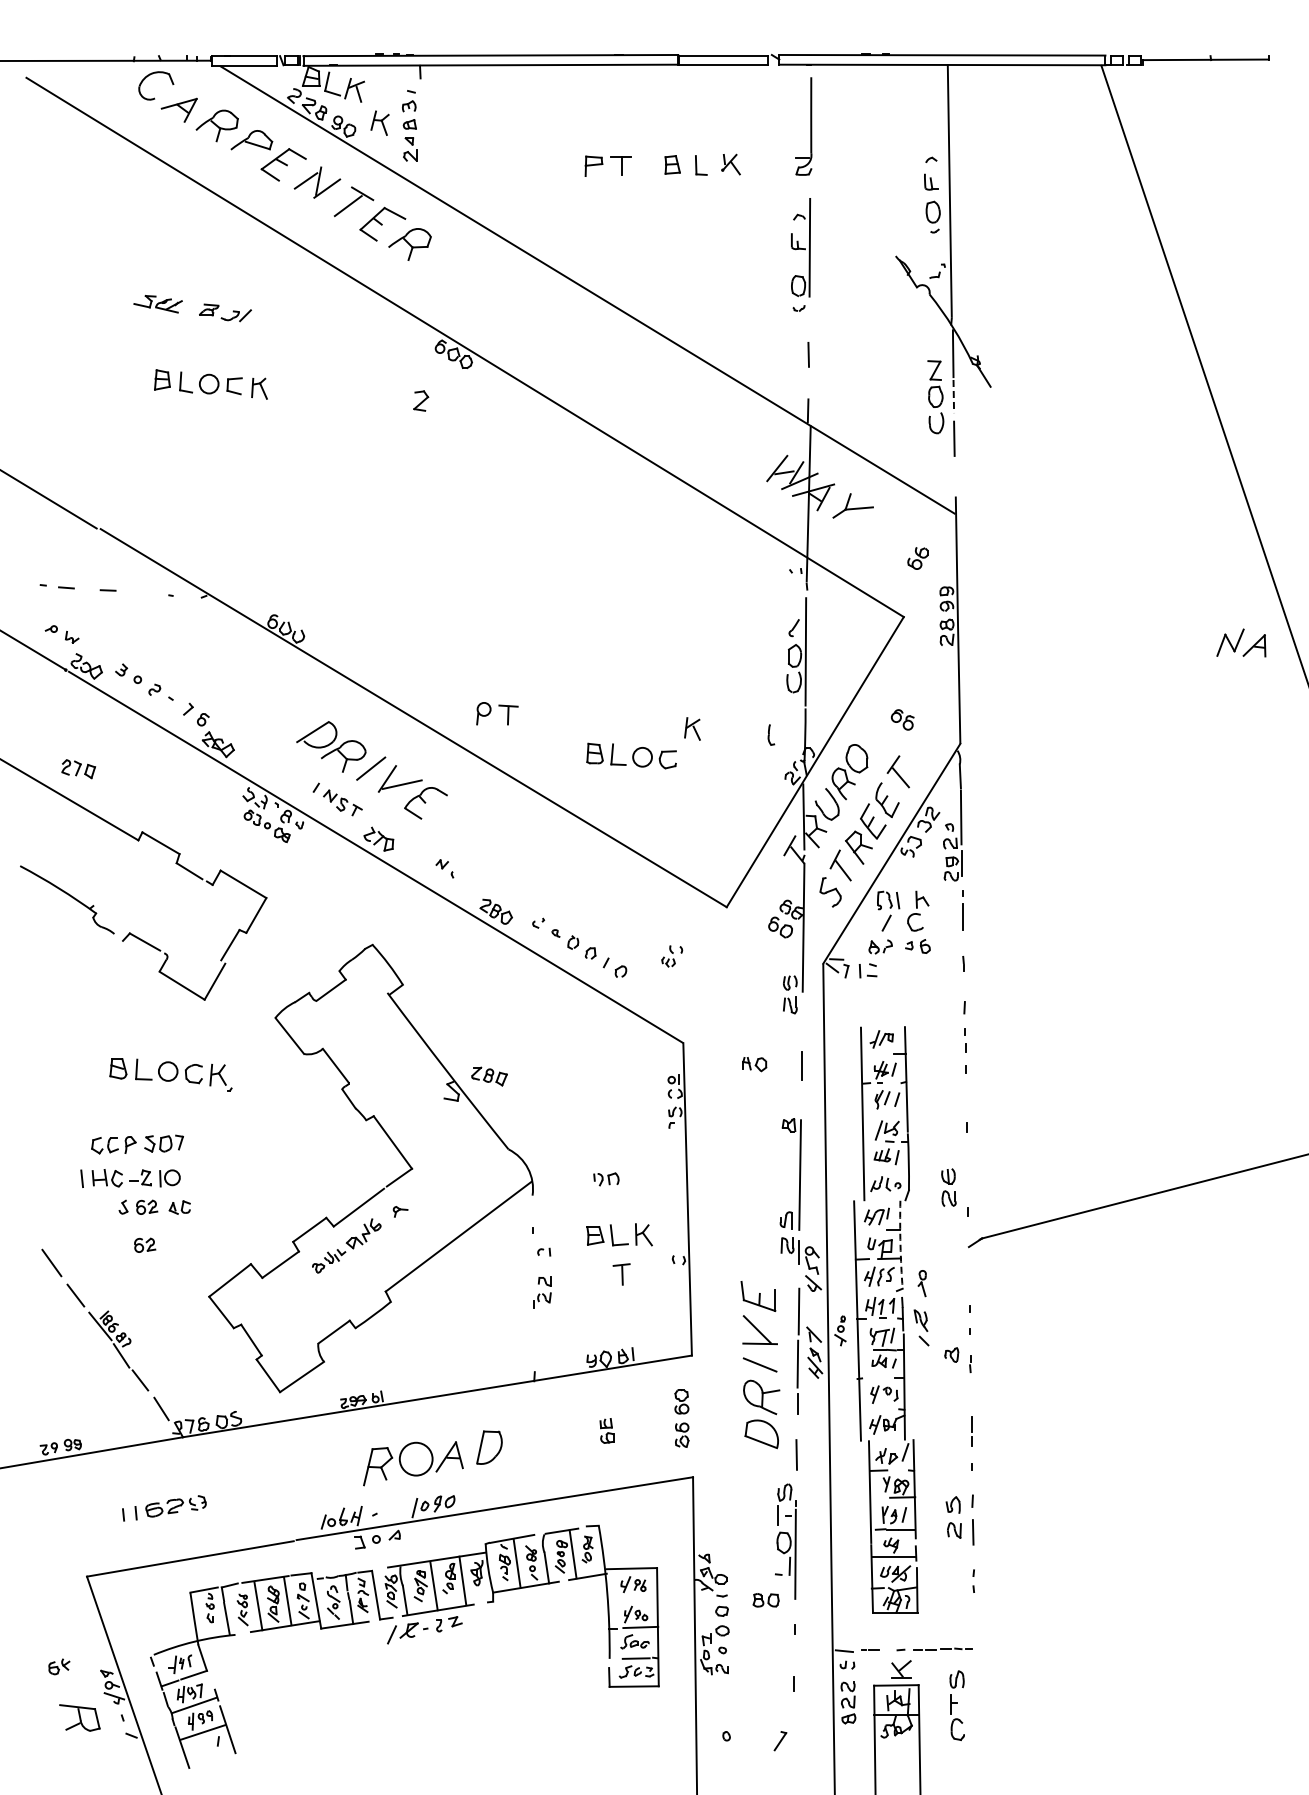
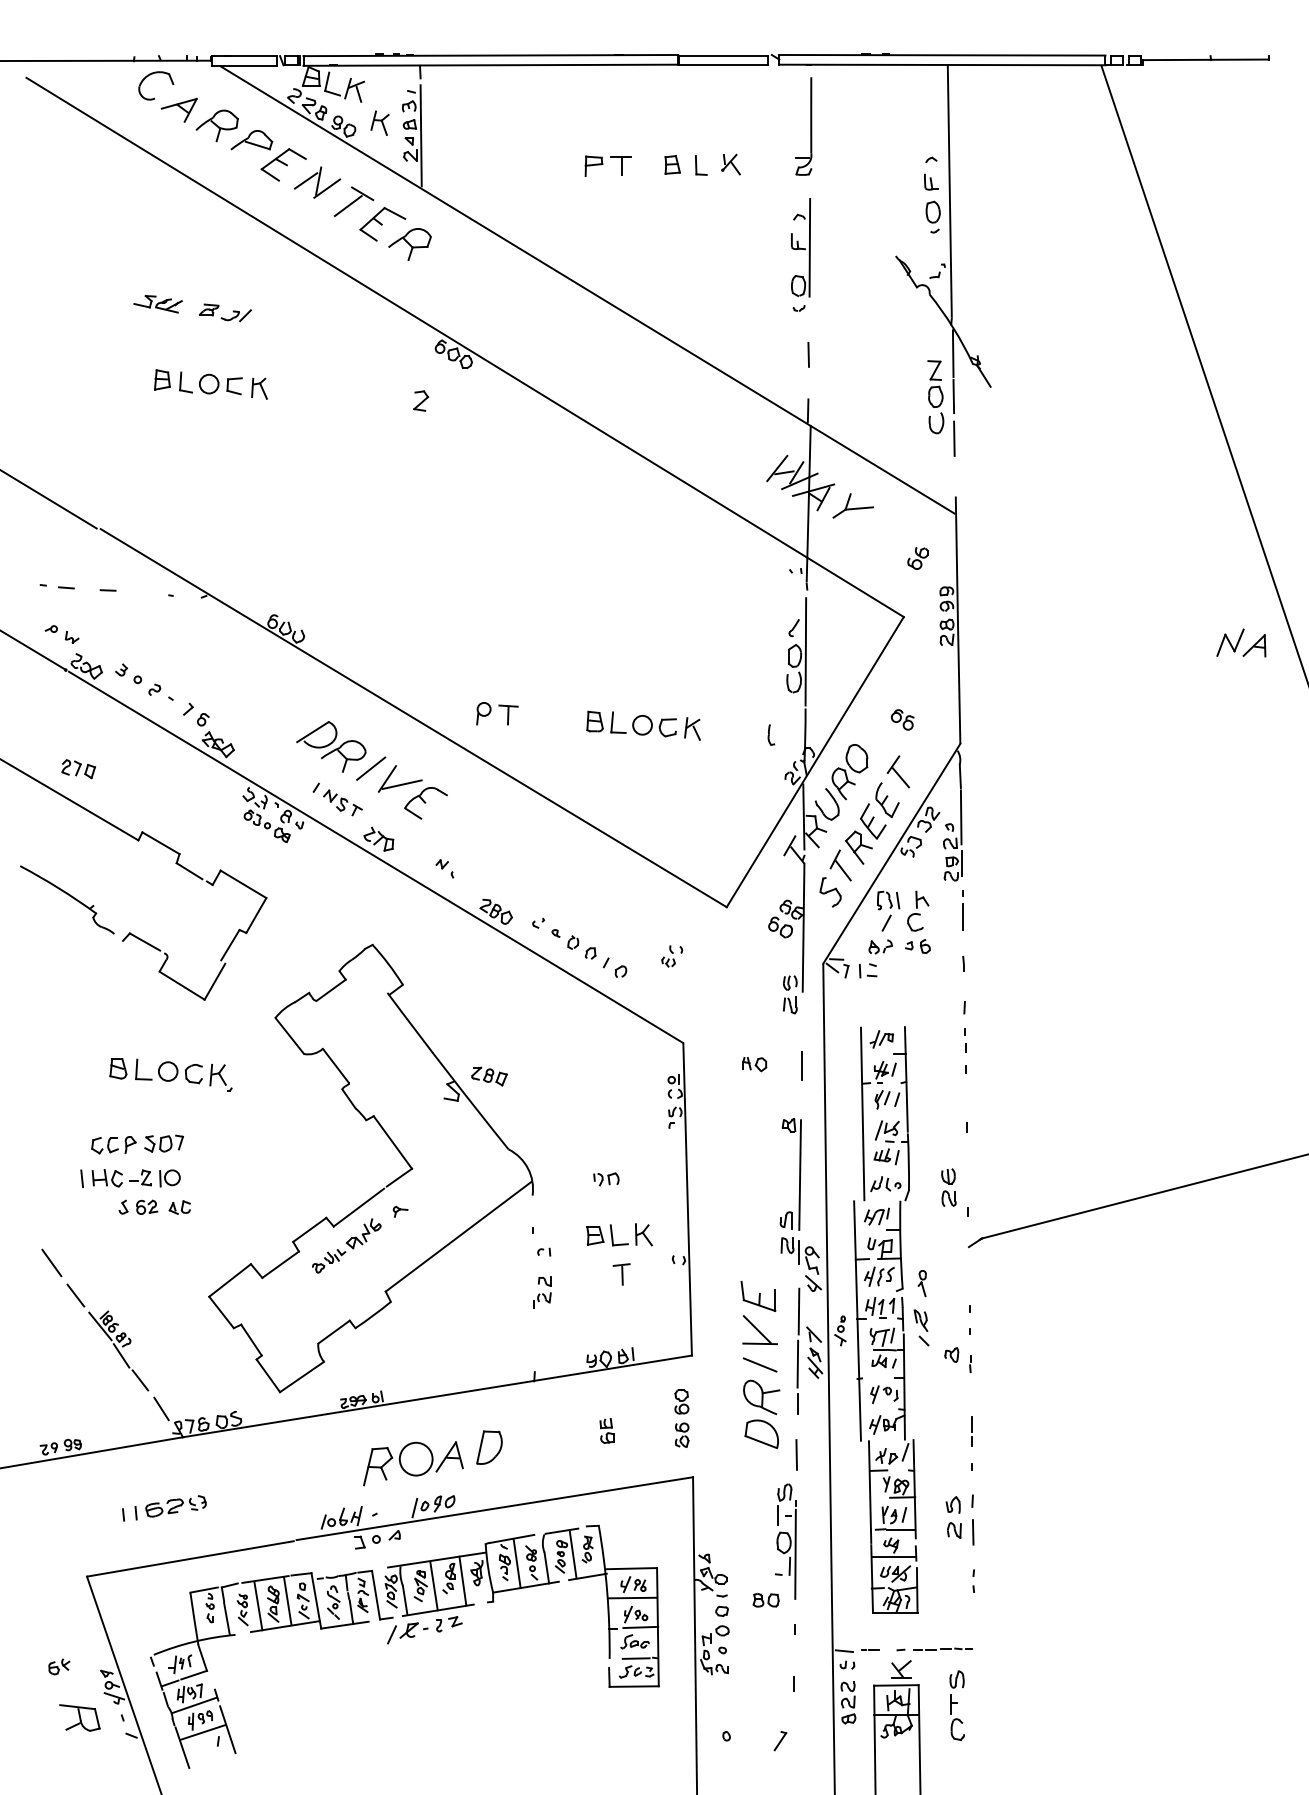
line at (420, 135): none -> present
line at (953, 396): dashed -> solid
part at (631, 755) position: (631, 755) -> (631, 723)
part at (145, 1244): present -> none
arc at (900, 1244): dashed -> solid
line at (632, 1597): none -> present
